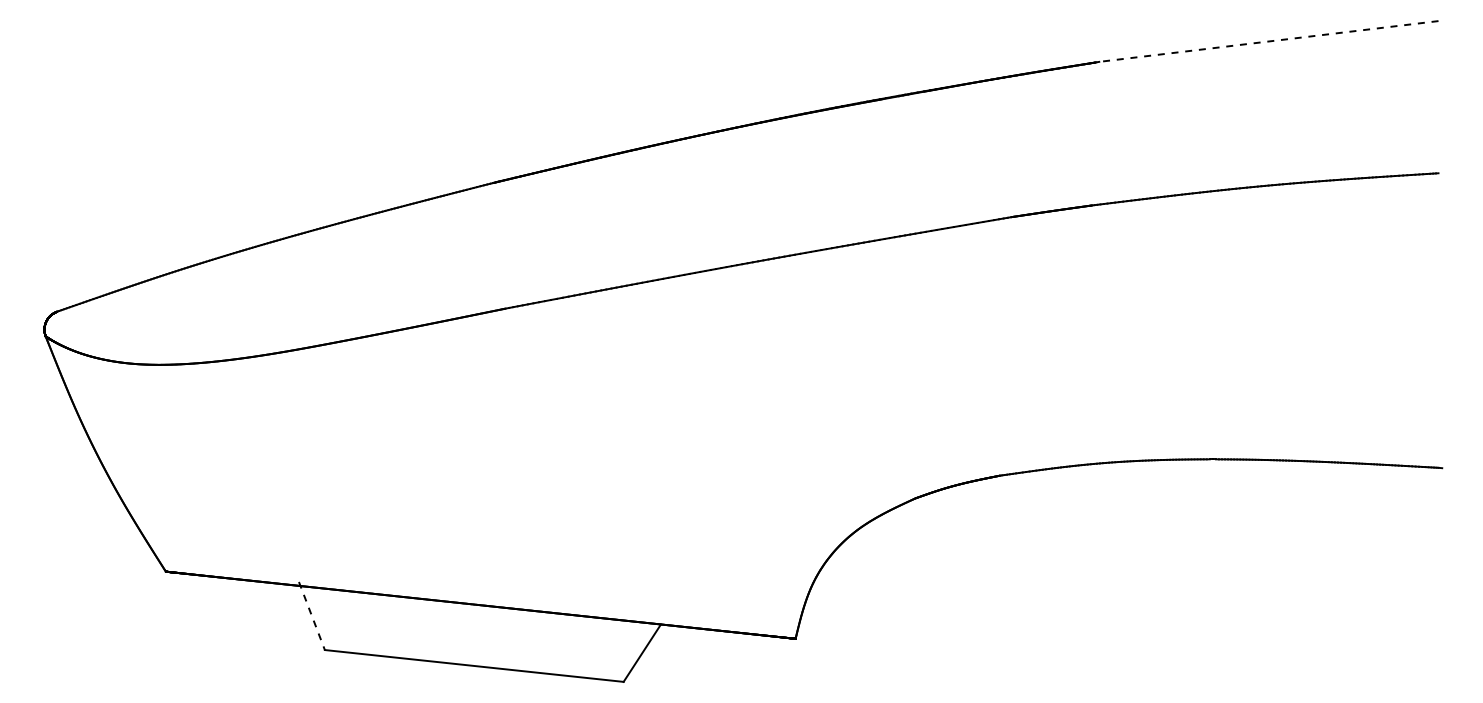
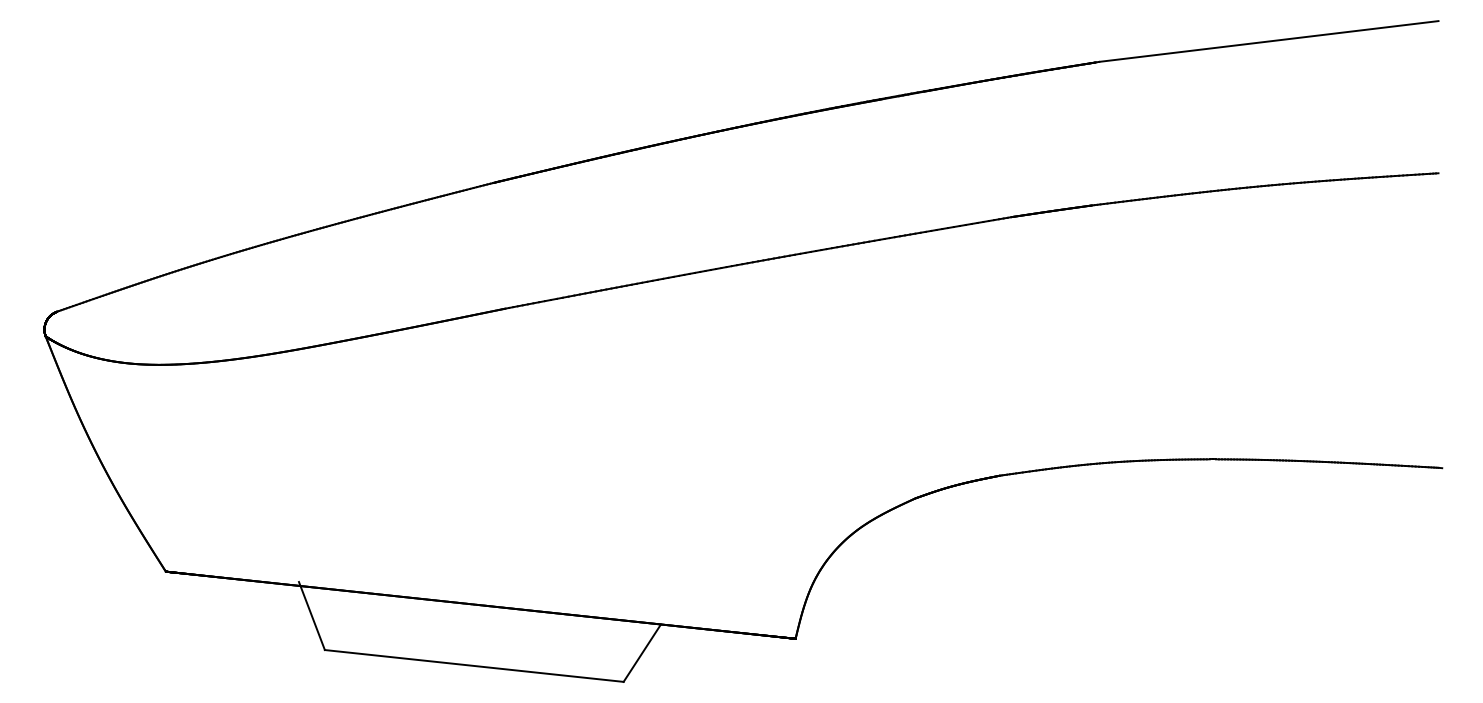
line at (1268, 41): dashed -> solid
line at (312, 616): dashed -> solid
